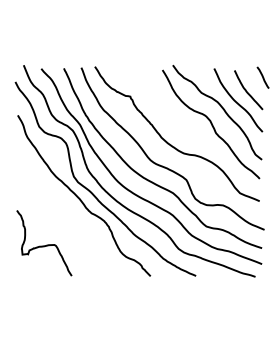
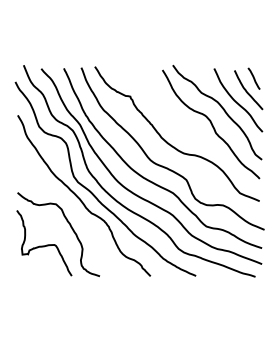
line at (262, 77) position: (262, 77) -> (253, 78)
curve at (70, 227): none -> present
